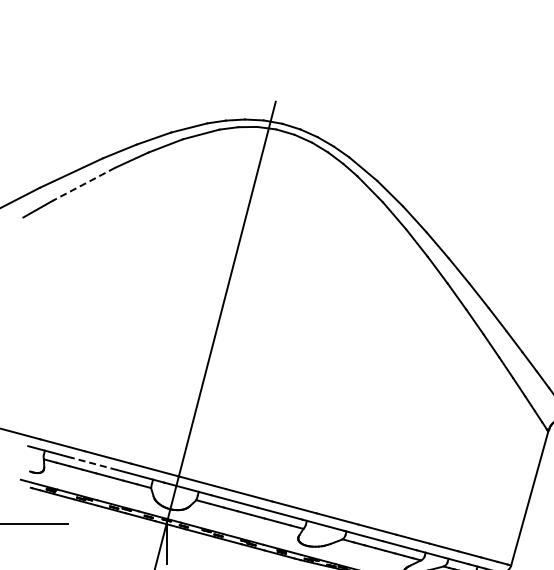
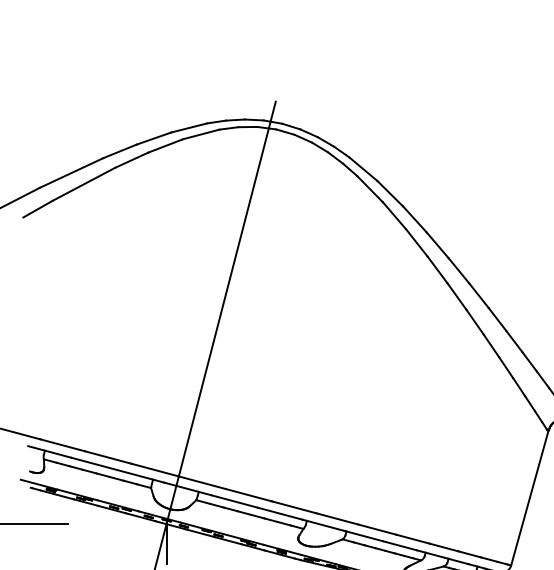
line at (83, 184): dashed -> solid
line at (94, 463): dashed -> solid
